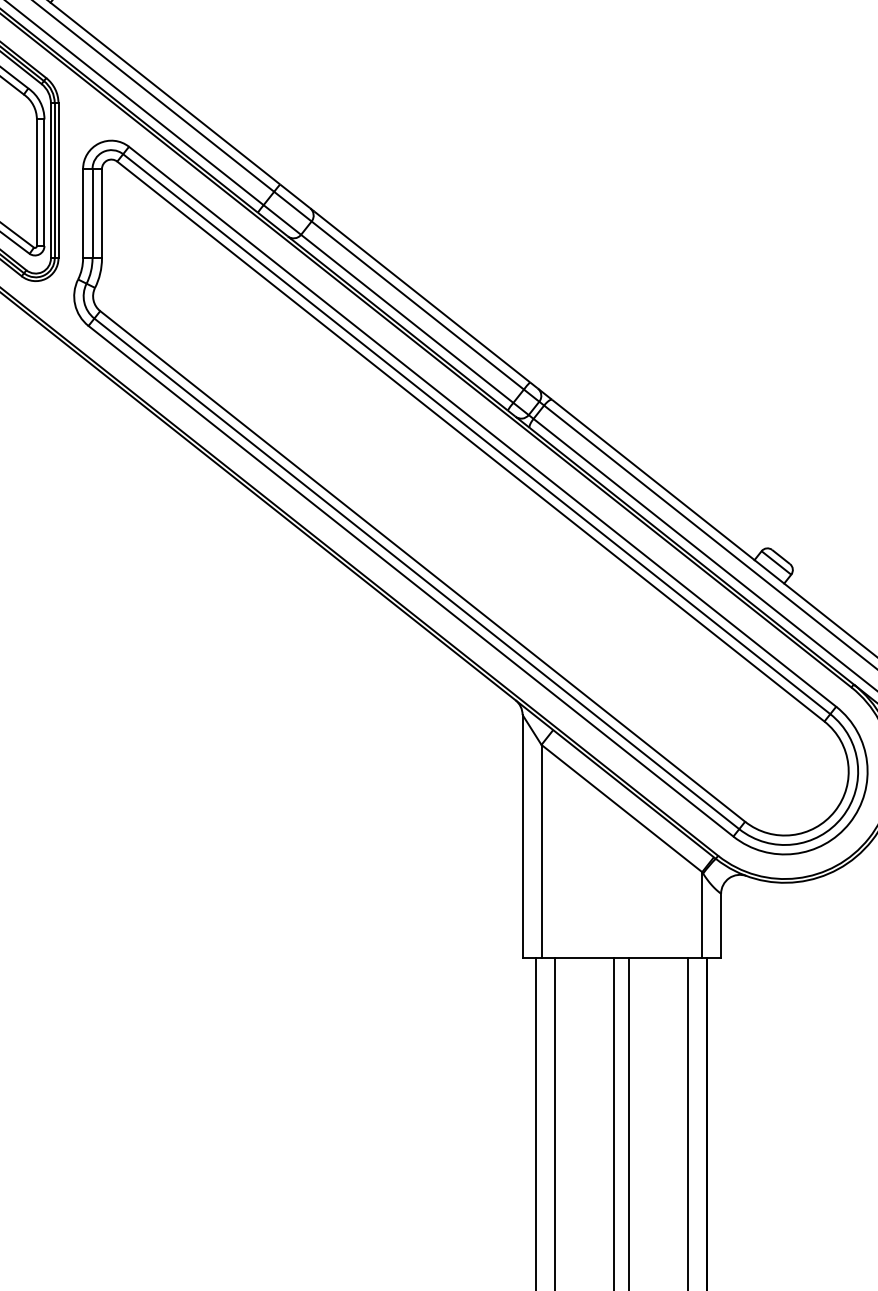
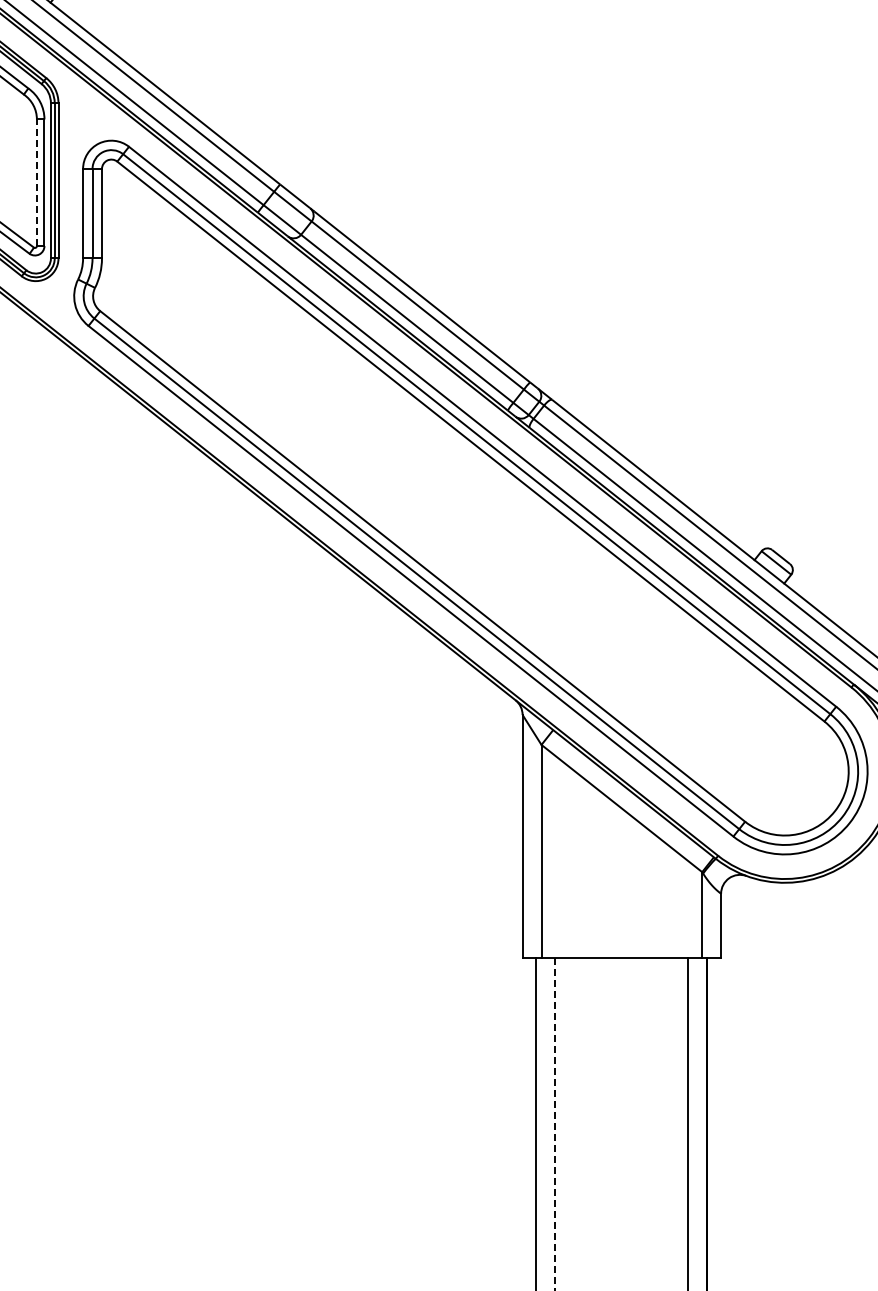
line at (36, 182): solid -> dashed
line at (613, 1122): present -> none
line at (628, 1122): present -> none
line at (555, 1124): solid -> dashed
